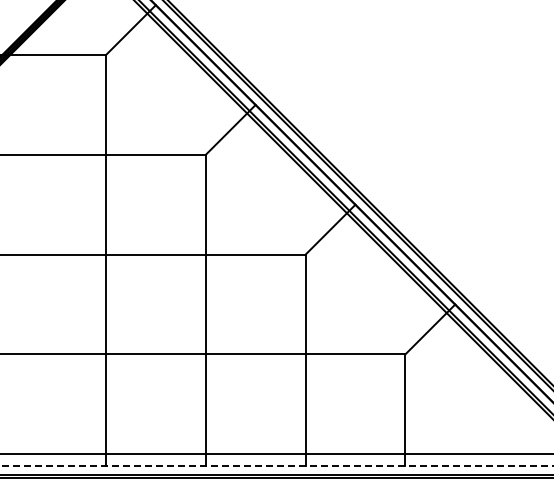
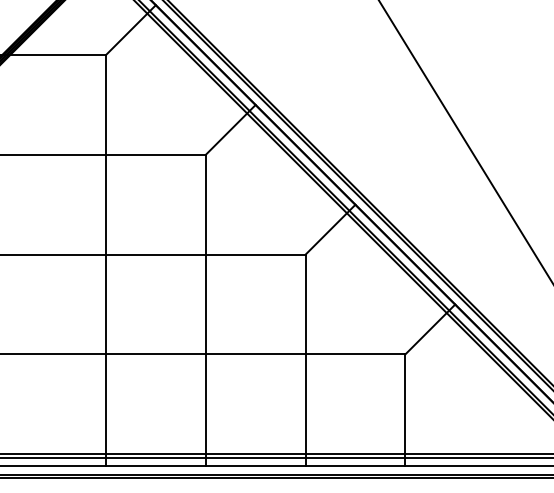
line at (465, 140): none -> present
line at (276, 457): none -> present
line at (277, 466): dashed -> solid
